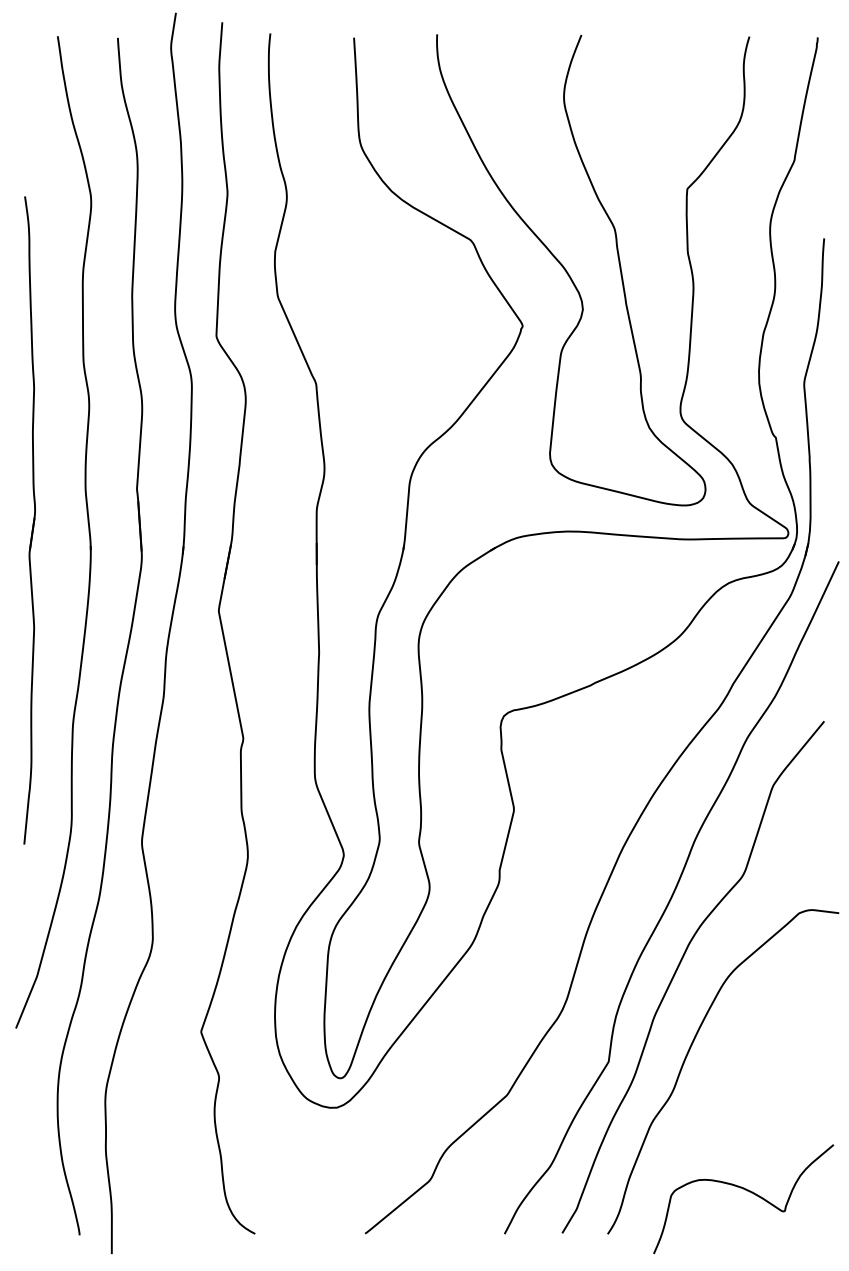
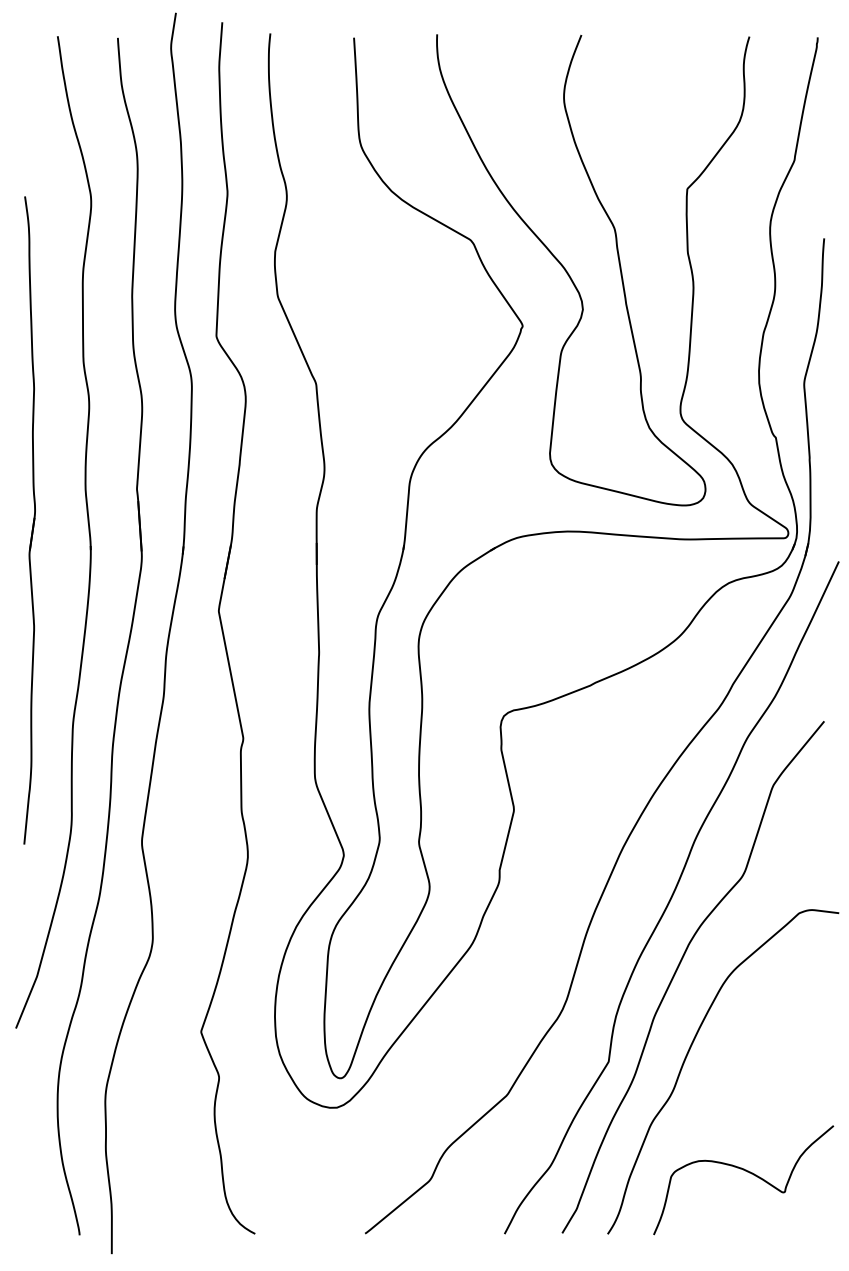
curve at (747, 1191) position: (747, 1191) -> (747, 1172)
